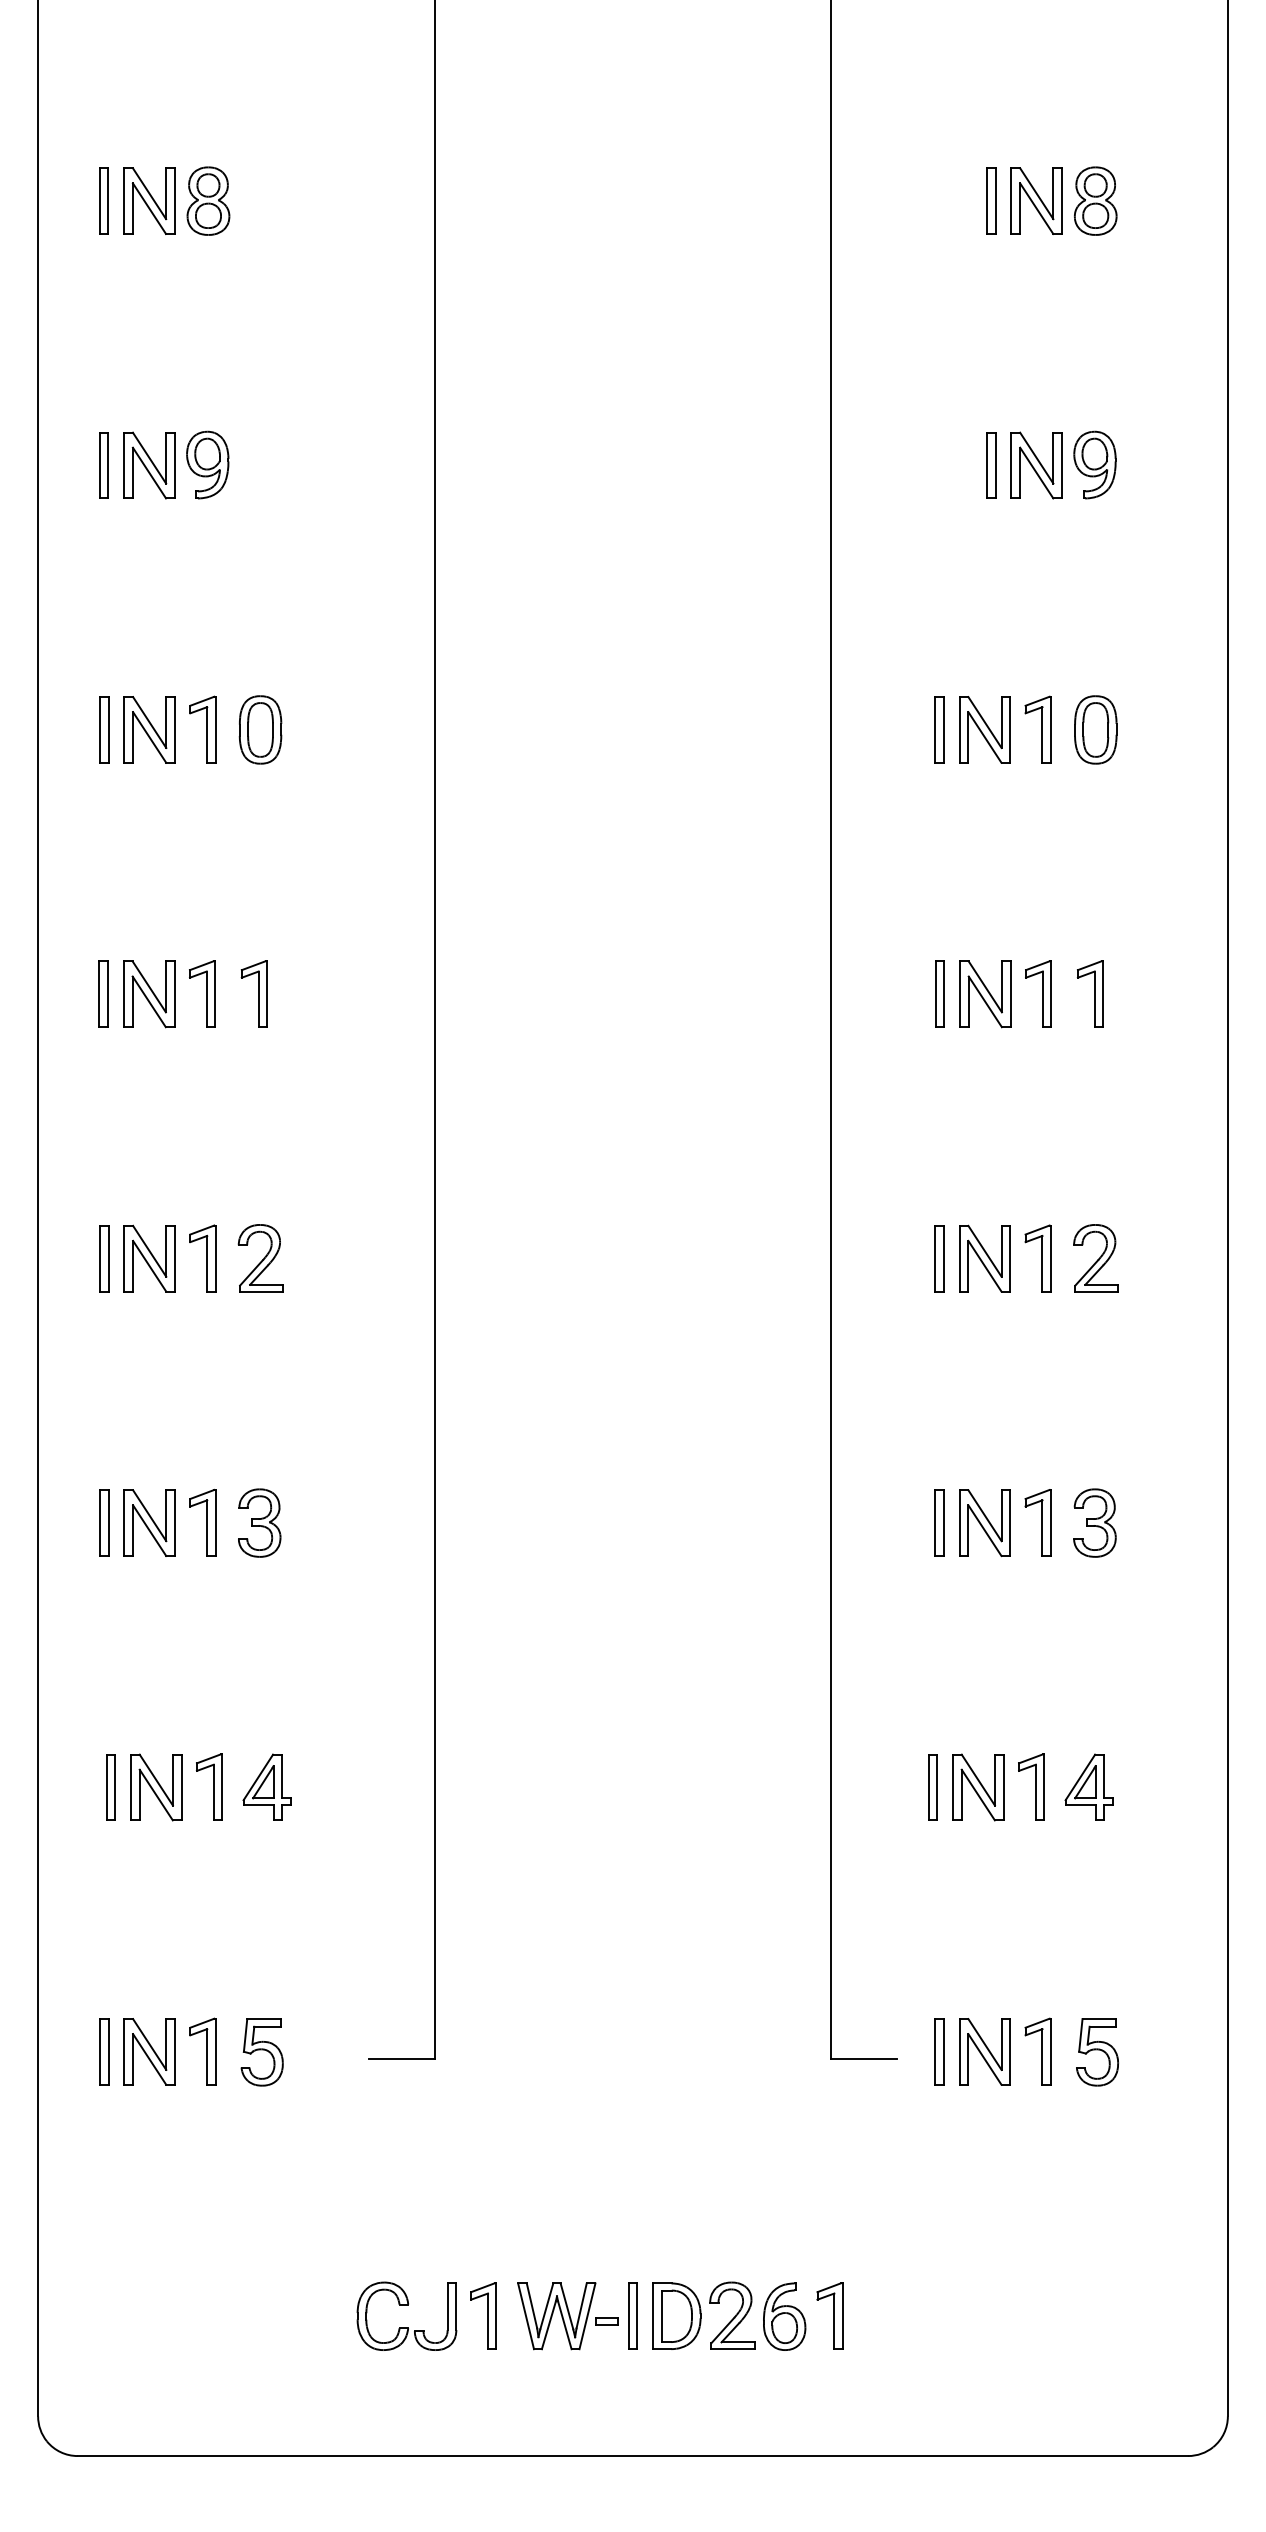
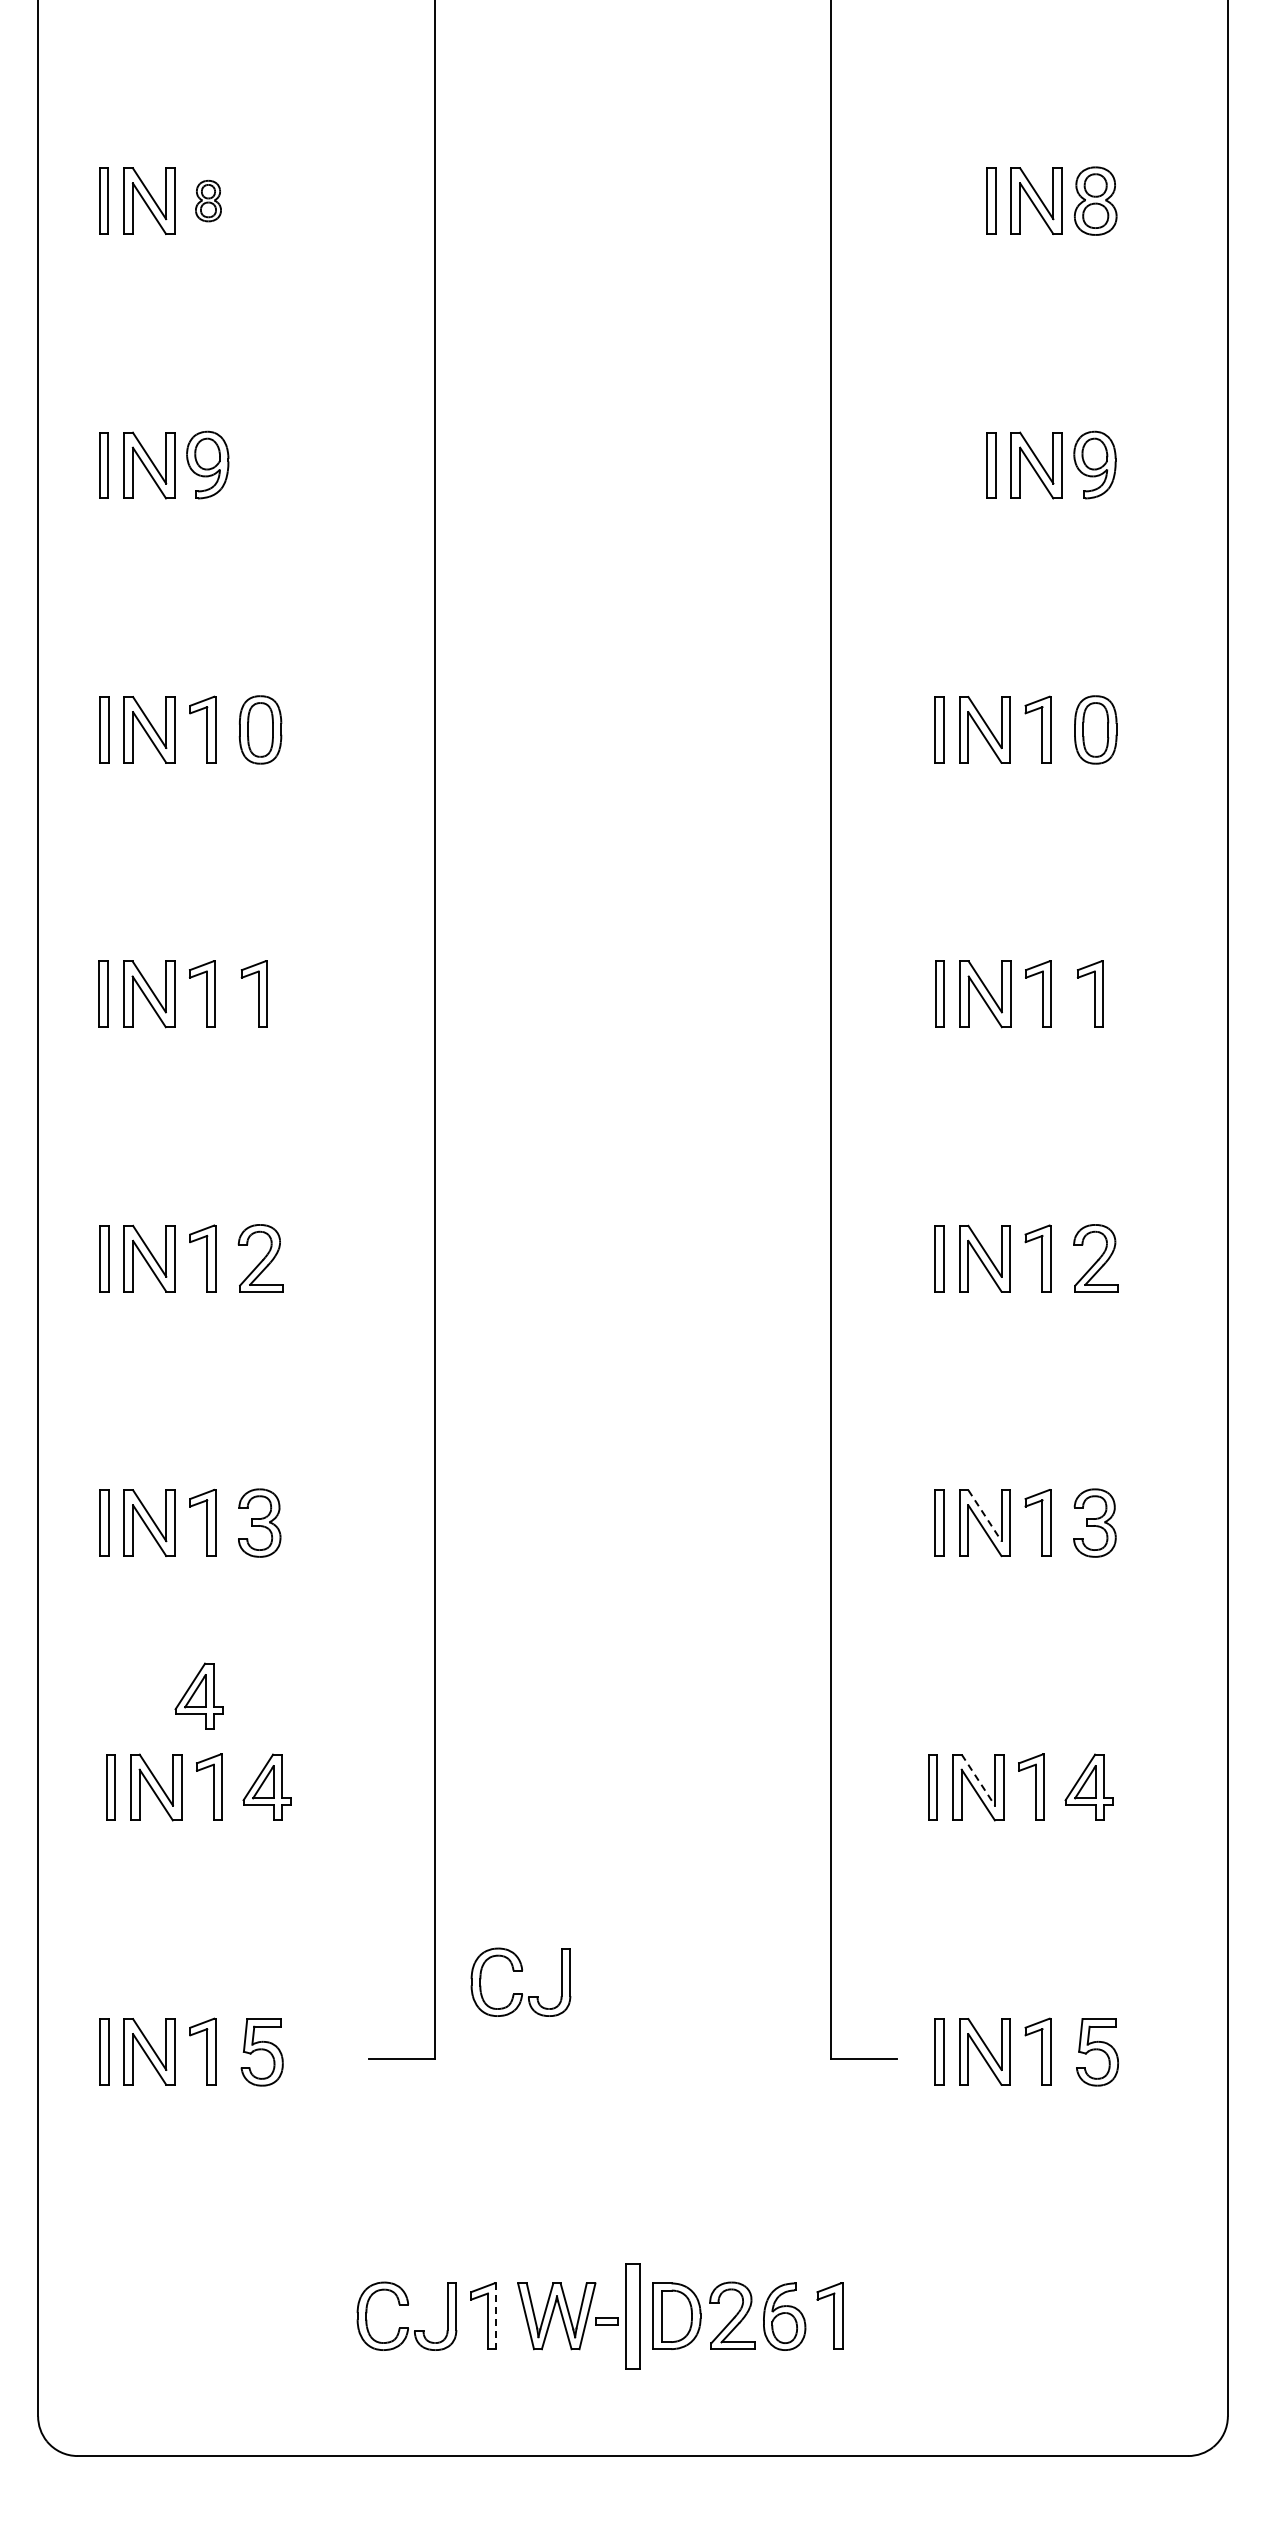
part at (208, 200) size: 45x70 px -> 27x43 px
line at (985, 1516): solid -> dashed
part at (198, 1695): none -> present
line at (978, 1780): solid -> dashed
part at (520, 1971): none -> present
part at (632, 2315) size: 10x68 px -> 16x107 px
line at (496, 2316): solid -> dashed
